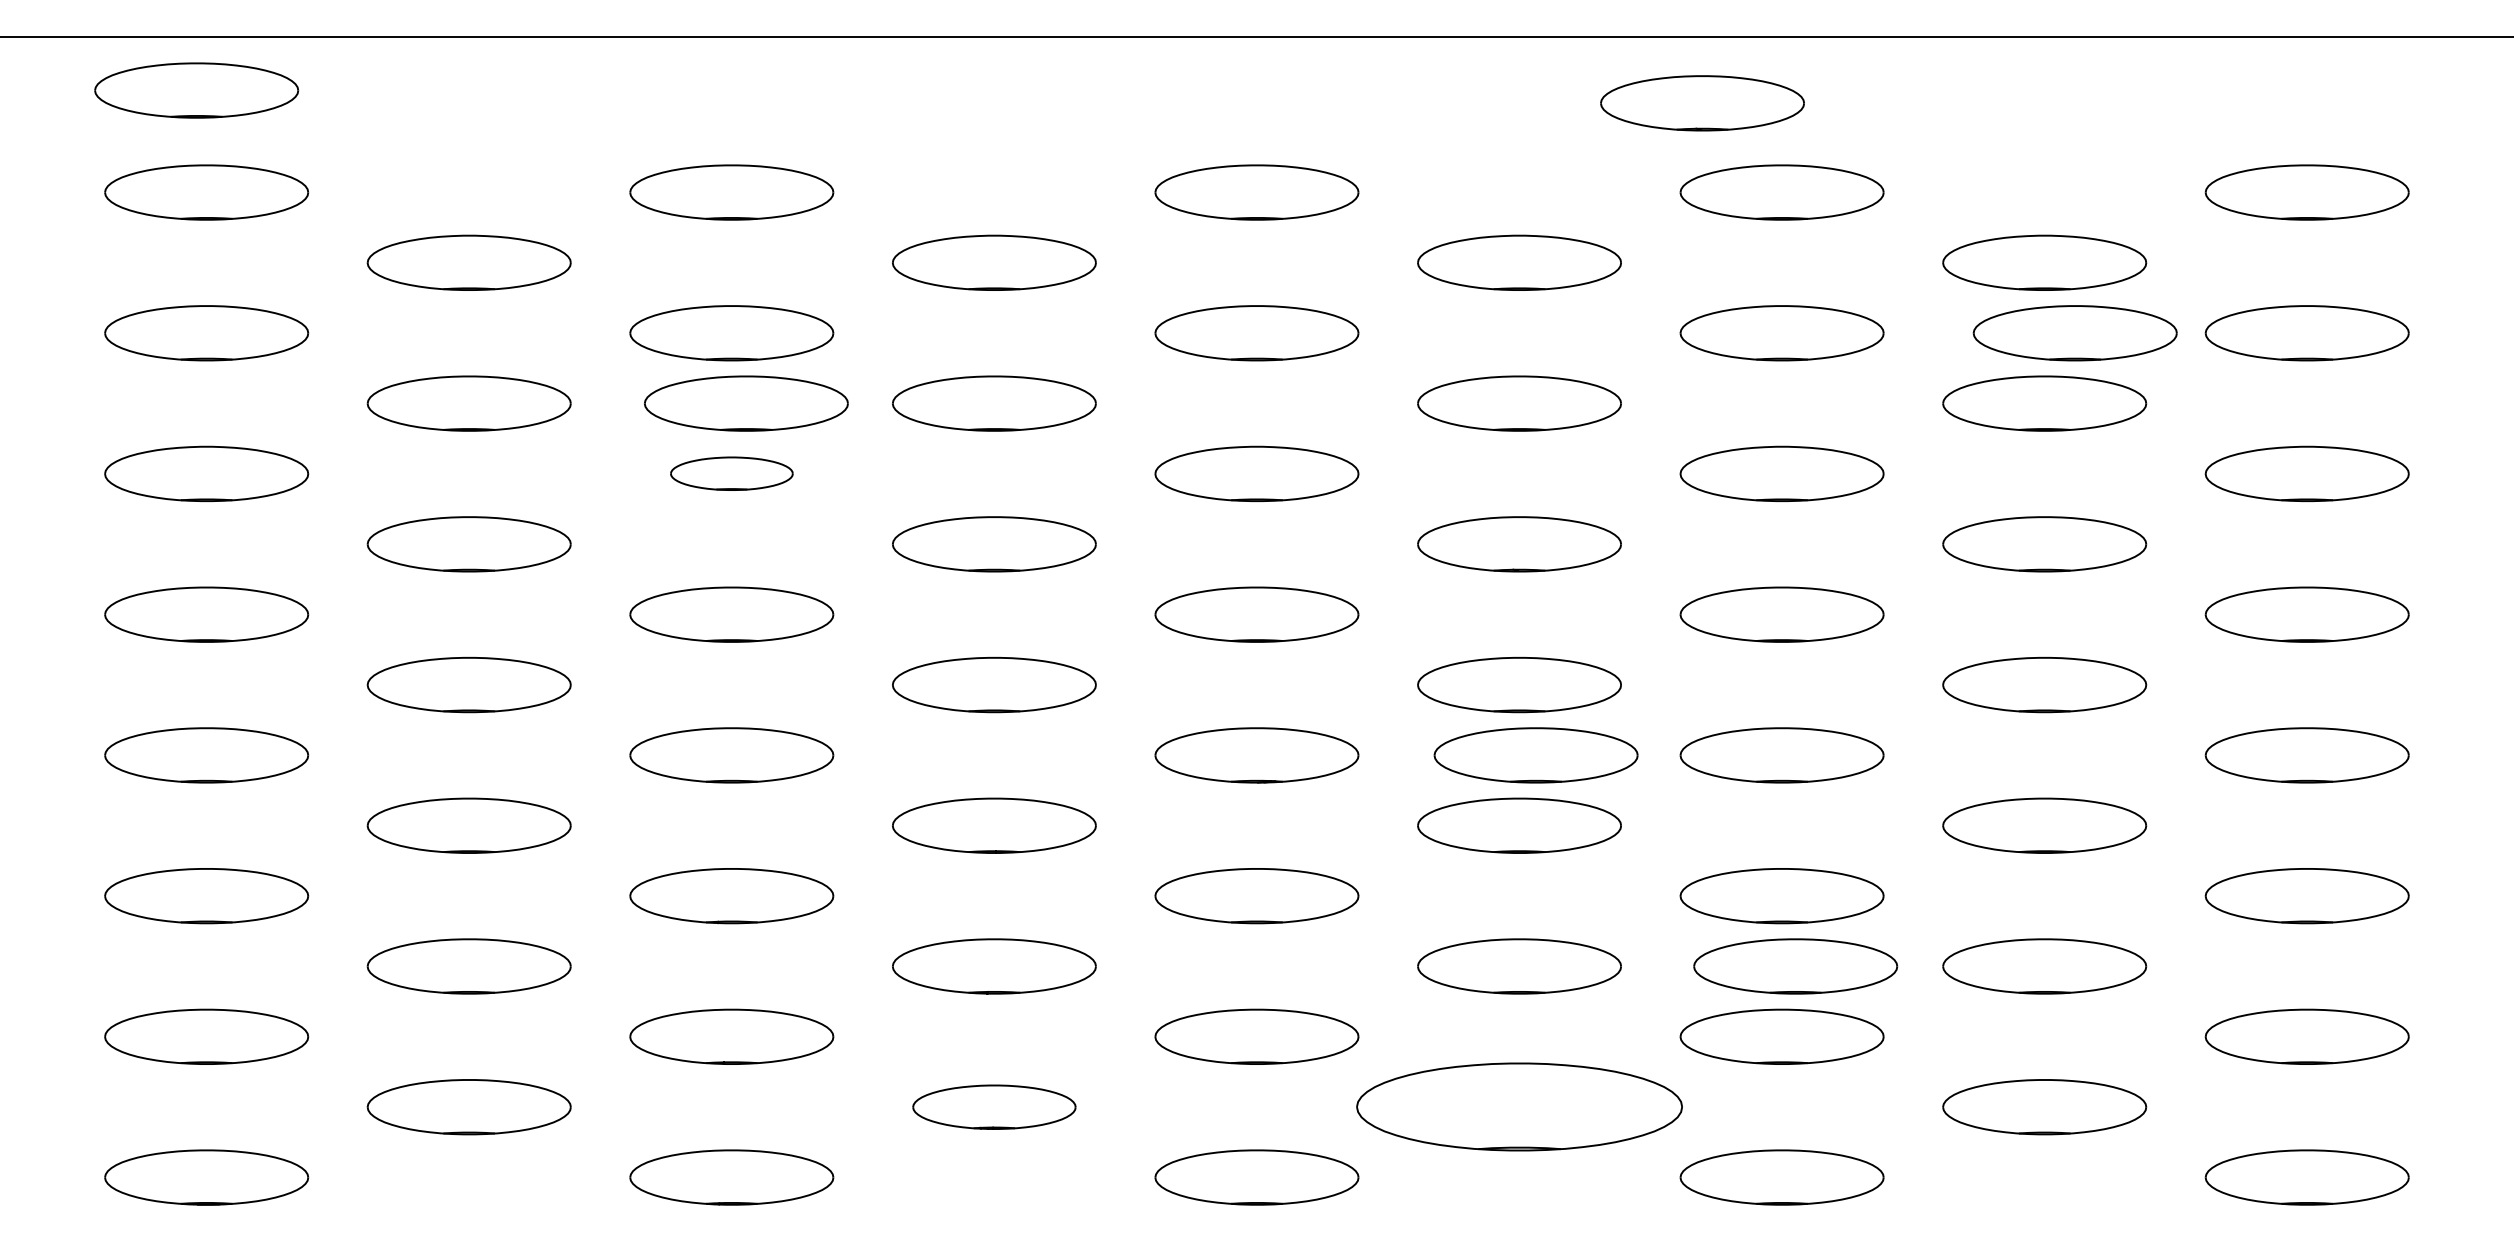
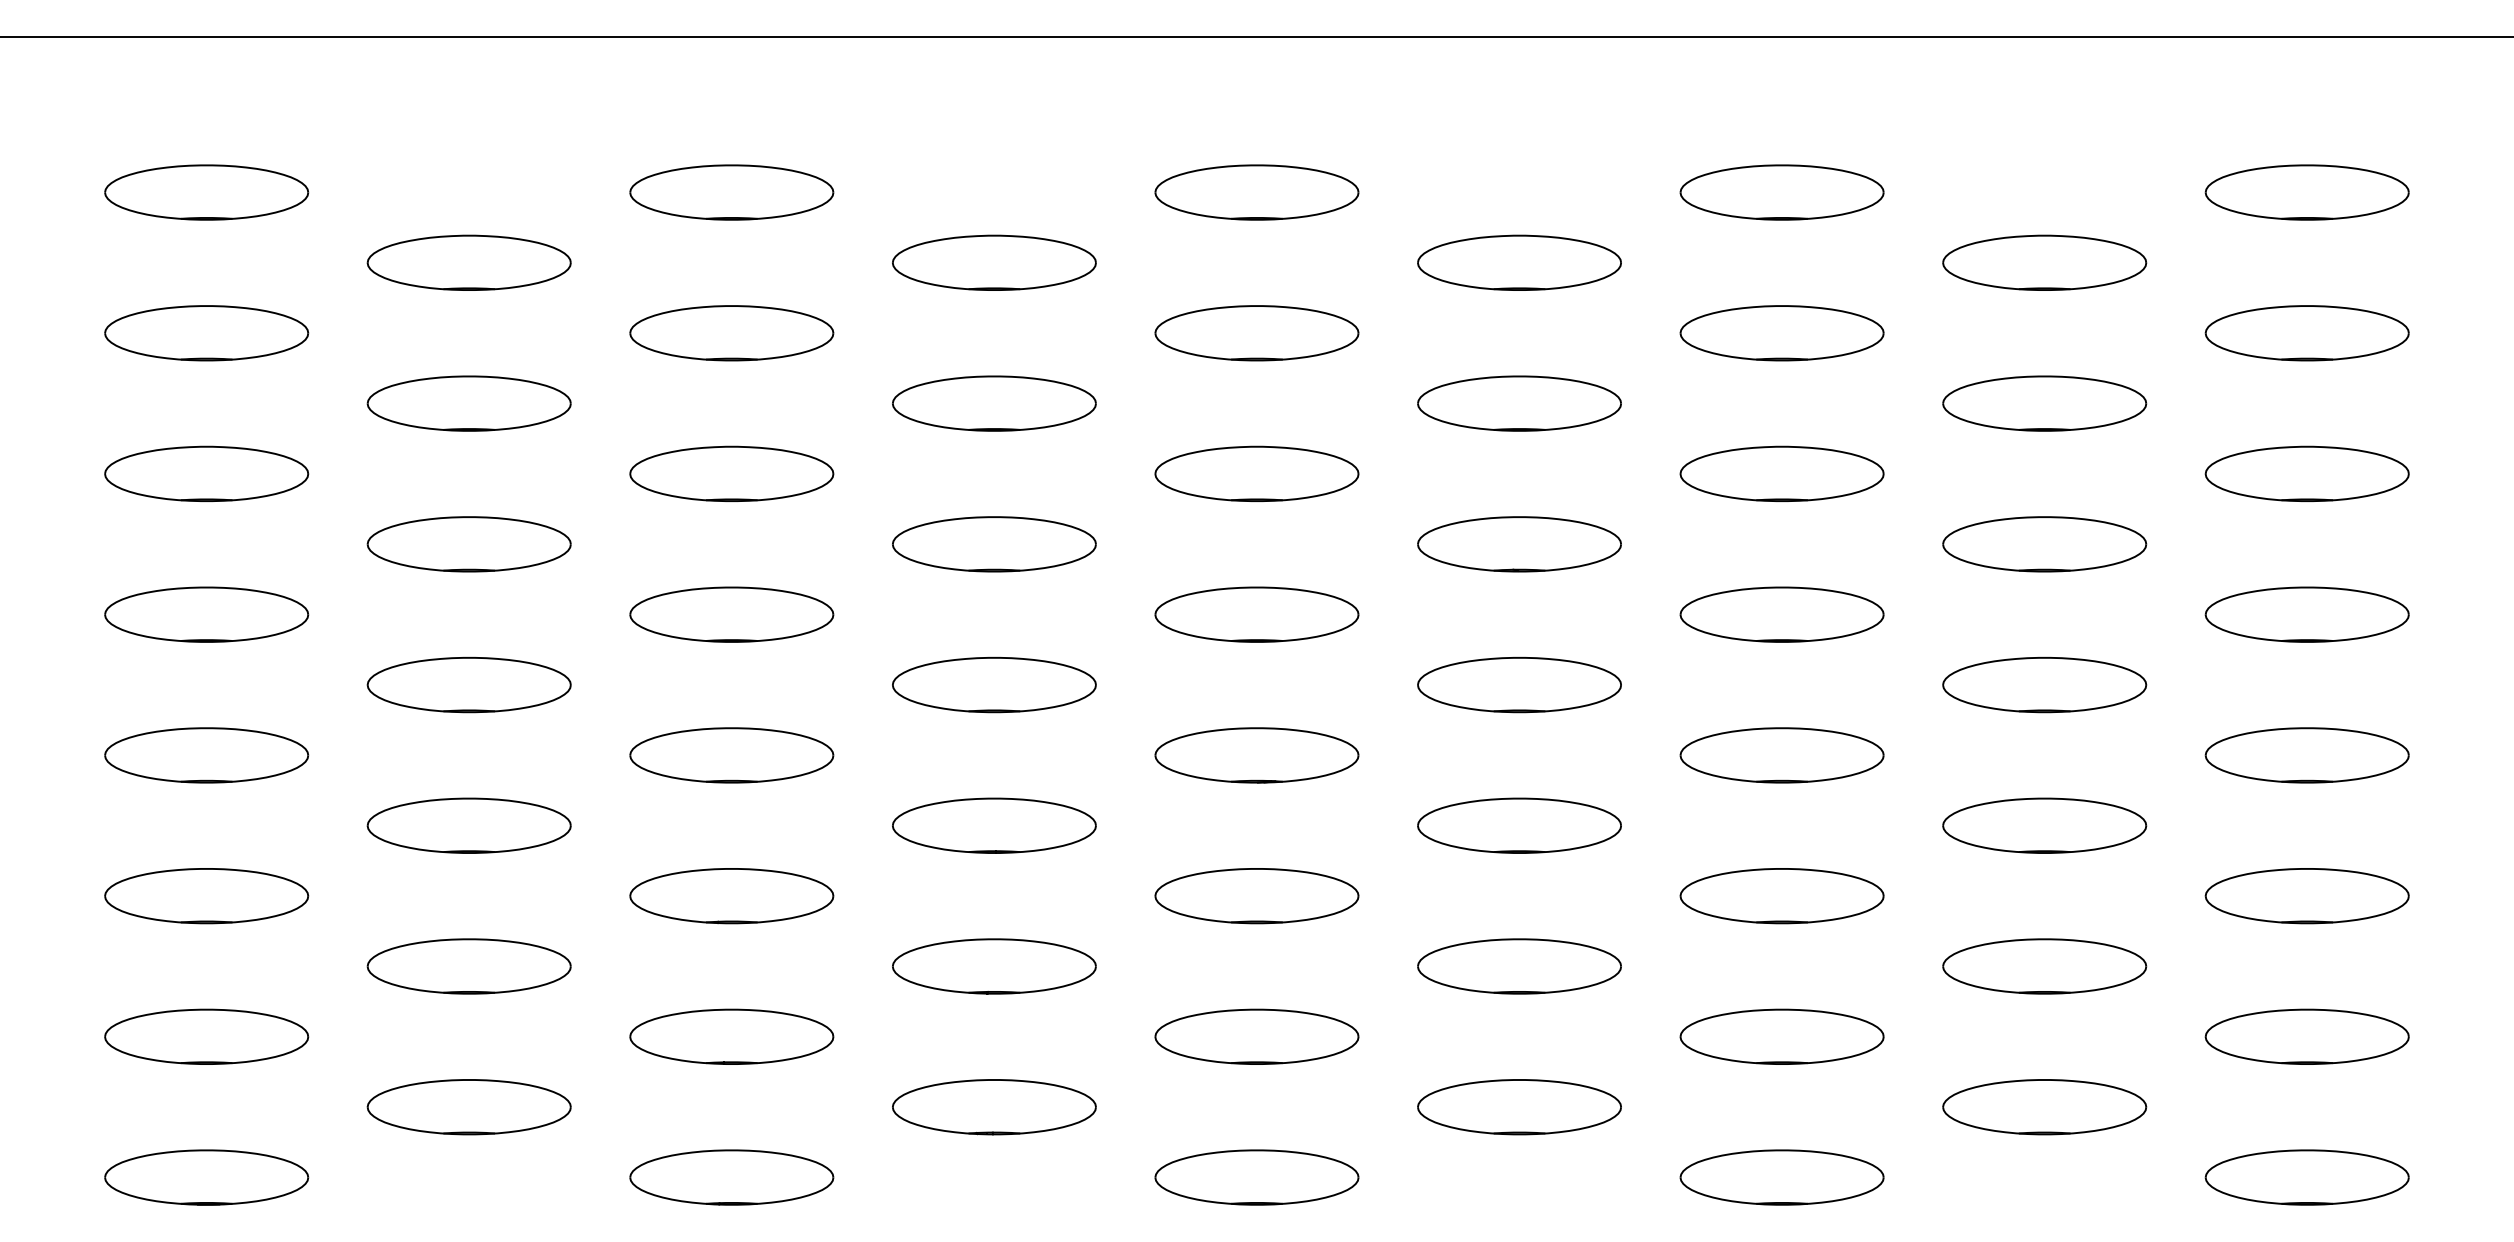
part at (196, 90): present -> none
part at (1702, 103): present -> none
part at (2074, 333): present -> none
part at (746, 403): present -> none
part at (731, 473) size: 124x35 px -> 206x57 px
part at (1535, 755): present -> none
part at (1795, 966): present -> none
part at (994, 1106) size: 165x46 px -> 205x57 px
part at (1519, 1106) size: 327x90 px -> 205x57 px
